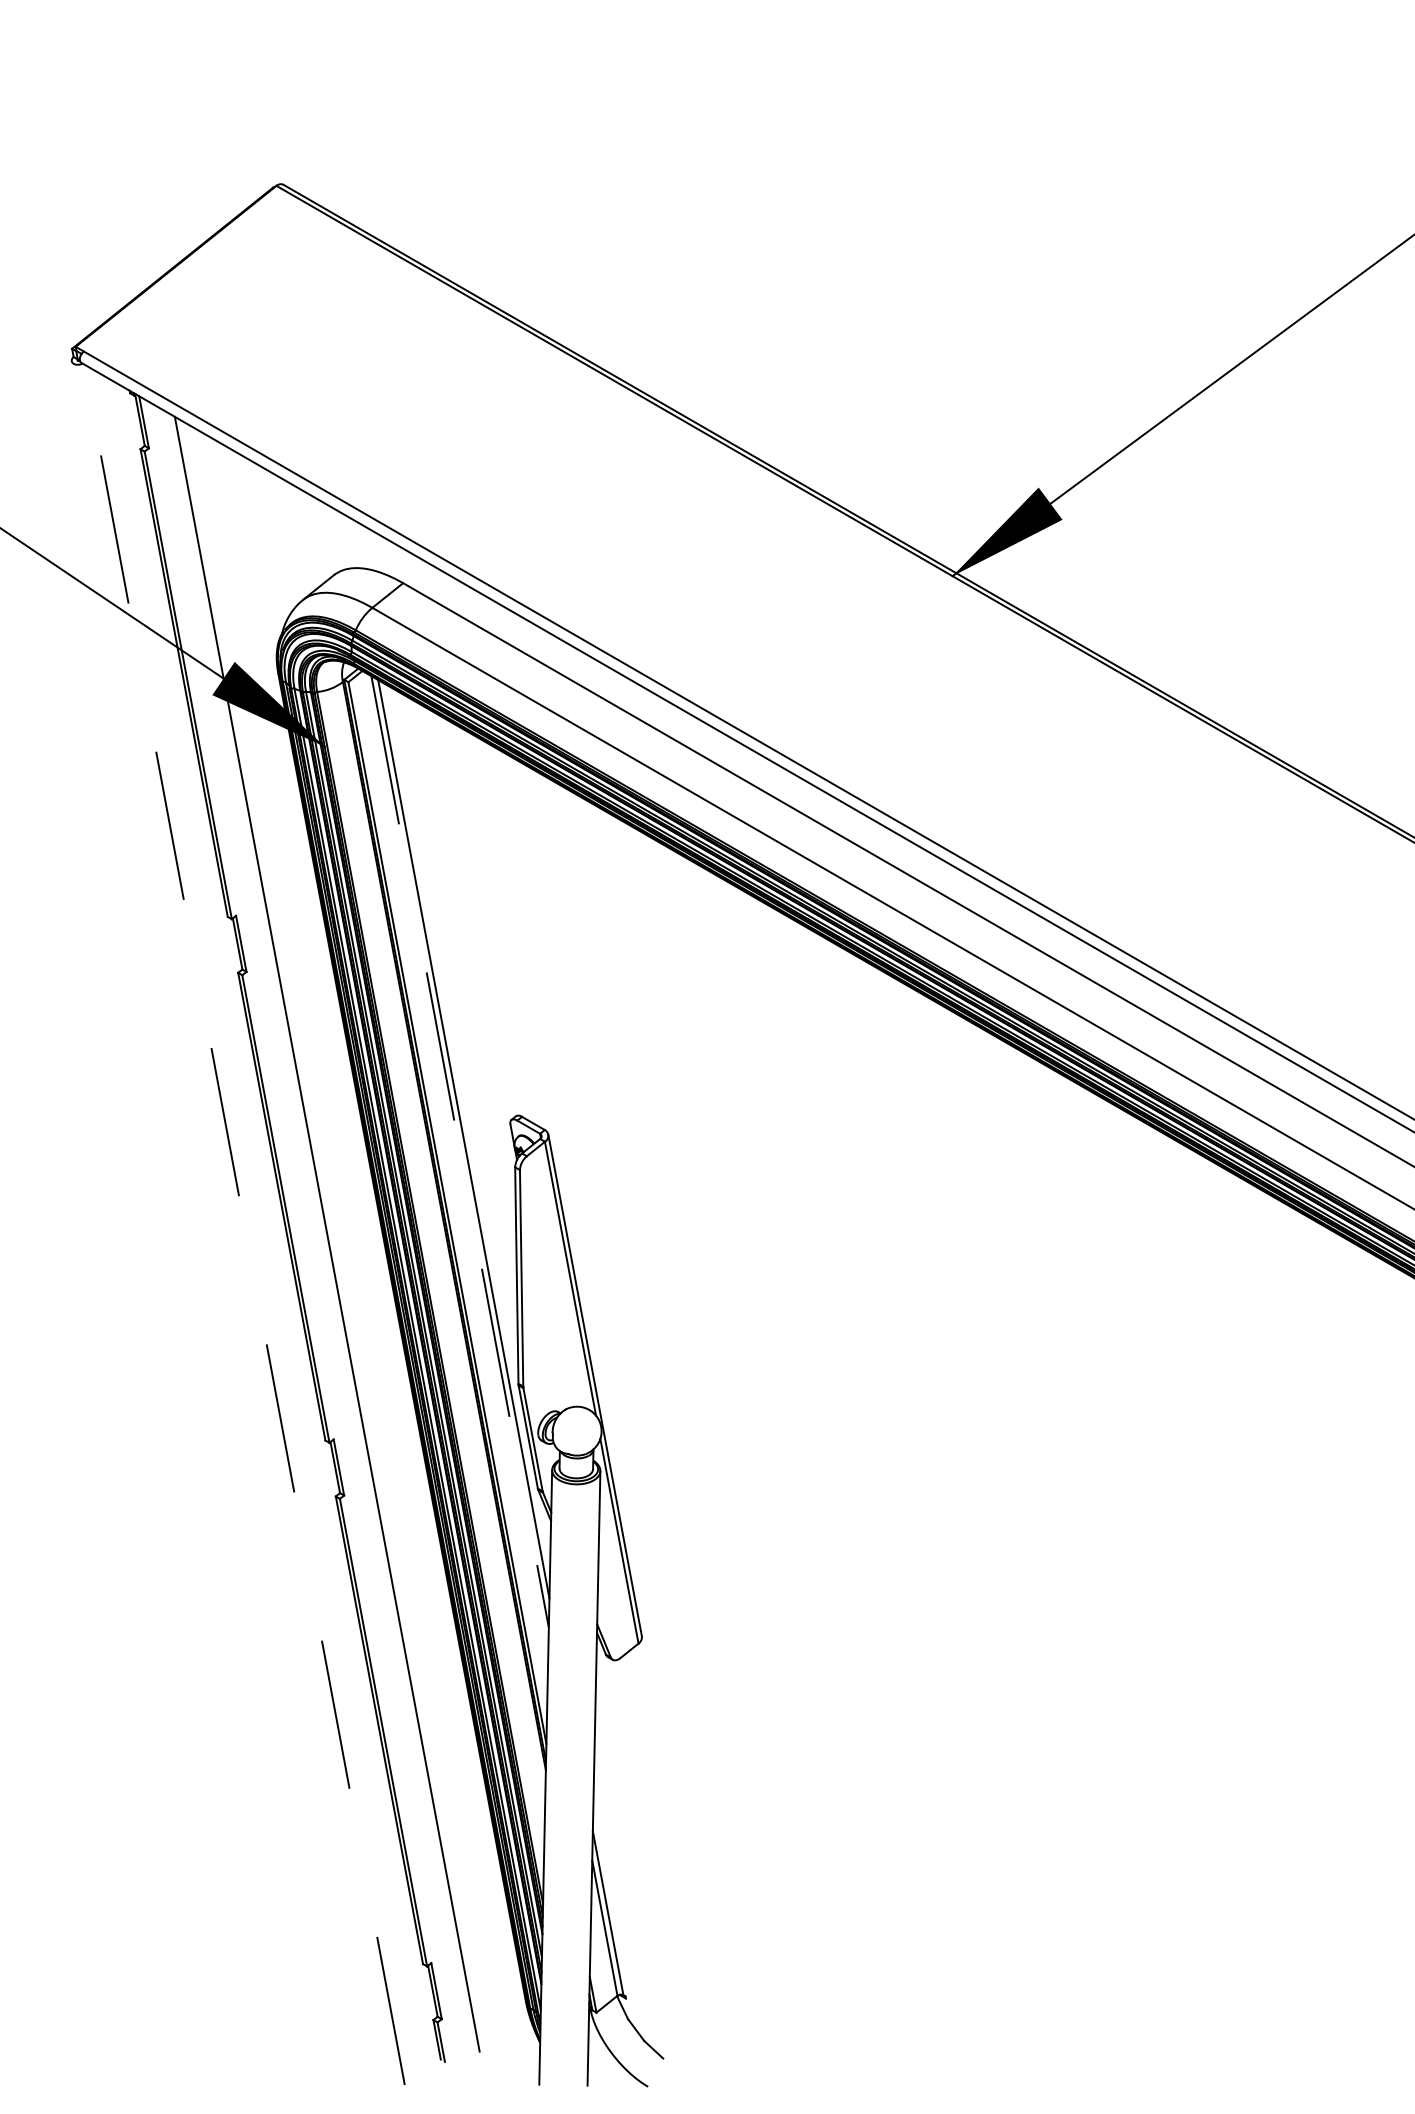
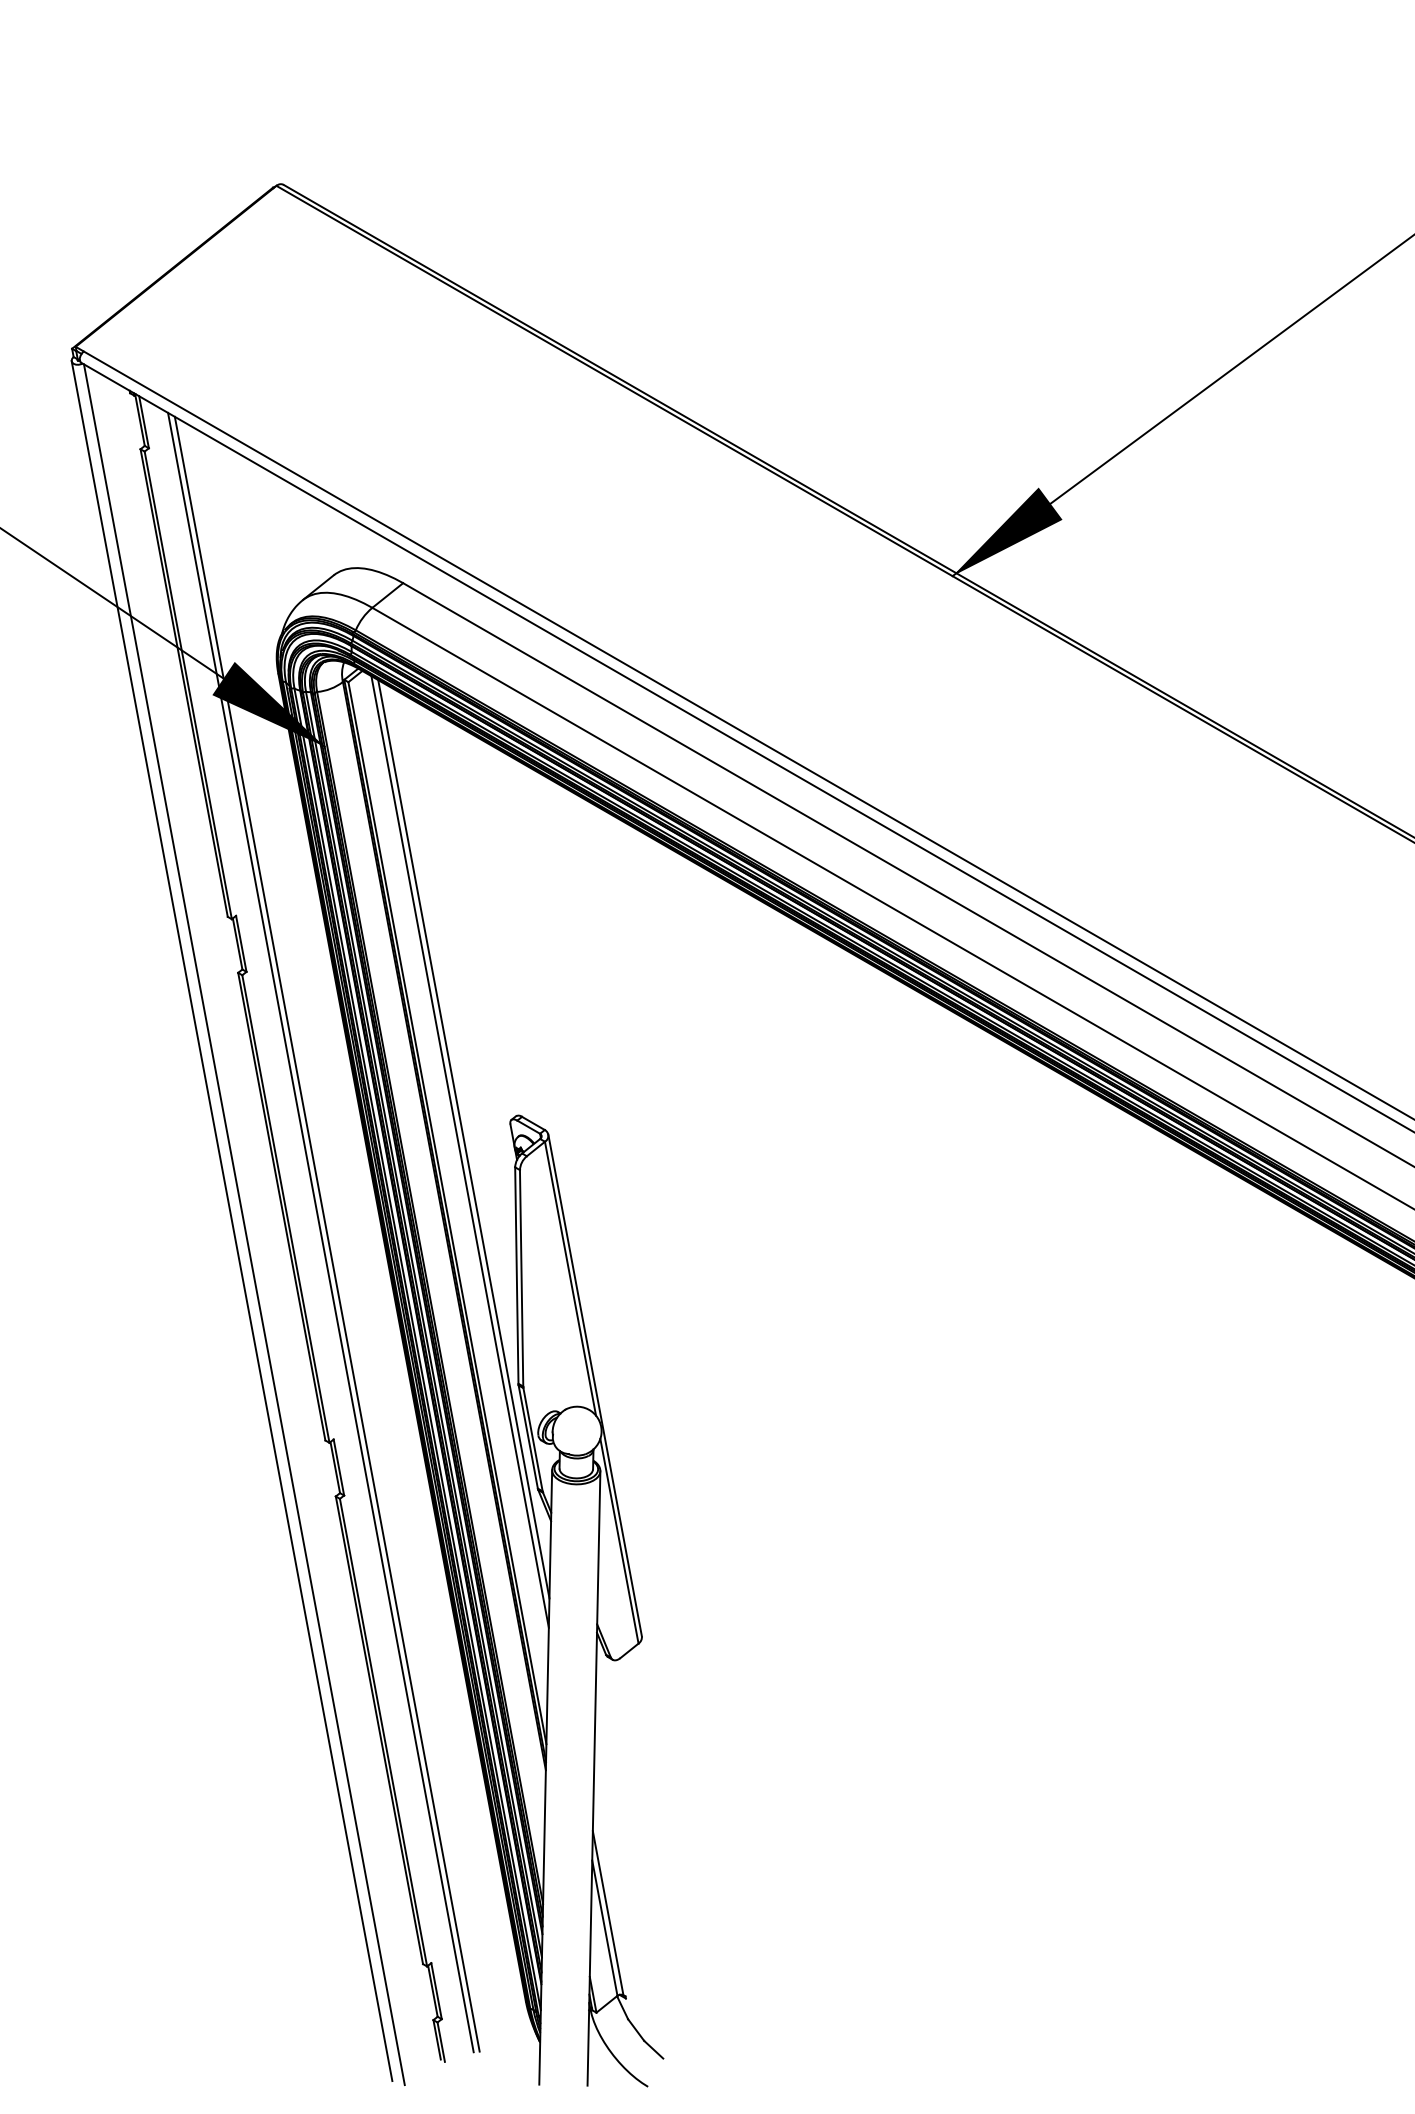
line at (460, 1152): dashed -> solid
line at (231, 1221): none -> present
line at (244, 1224): dashed -> solid
line at (320, 1232): none -> present
